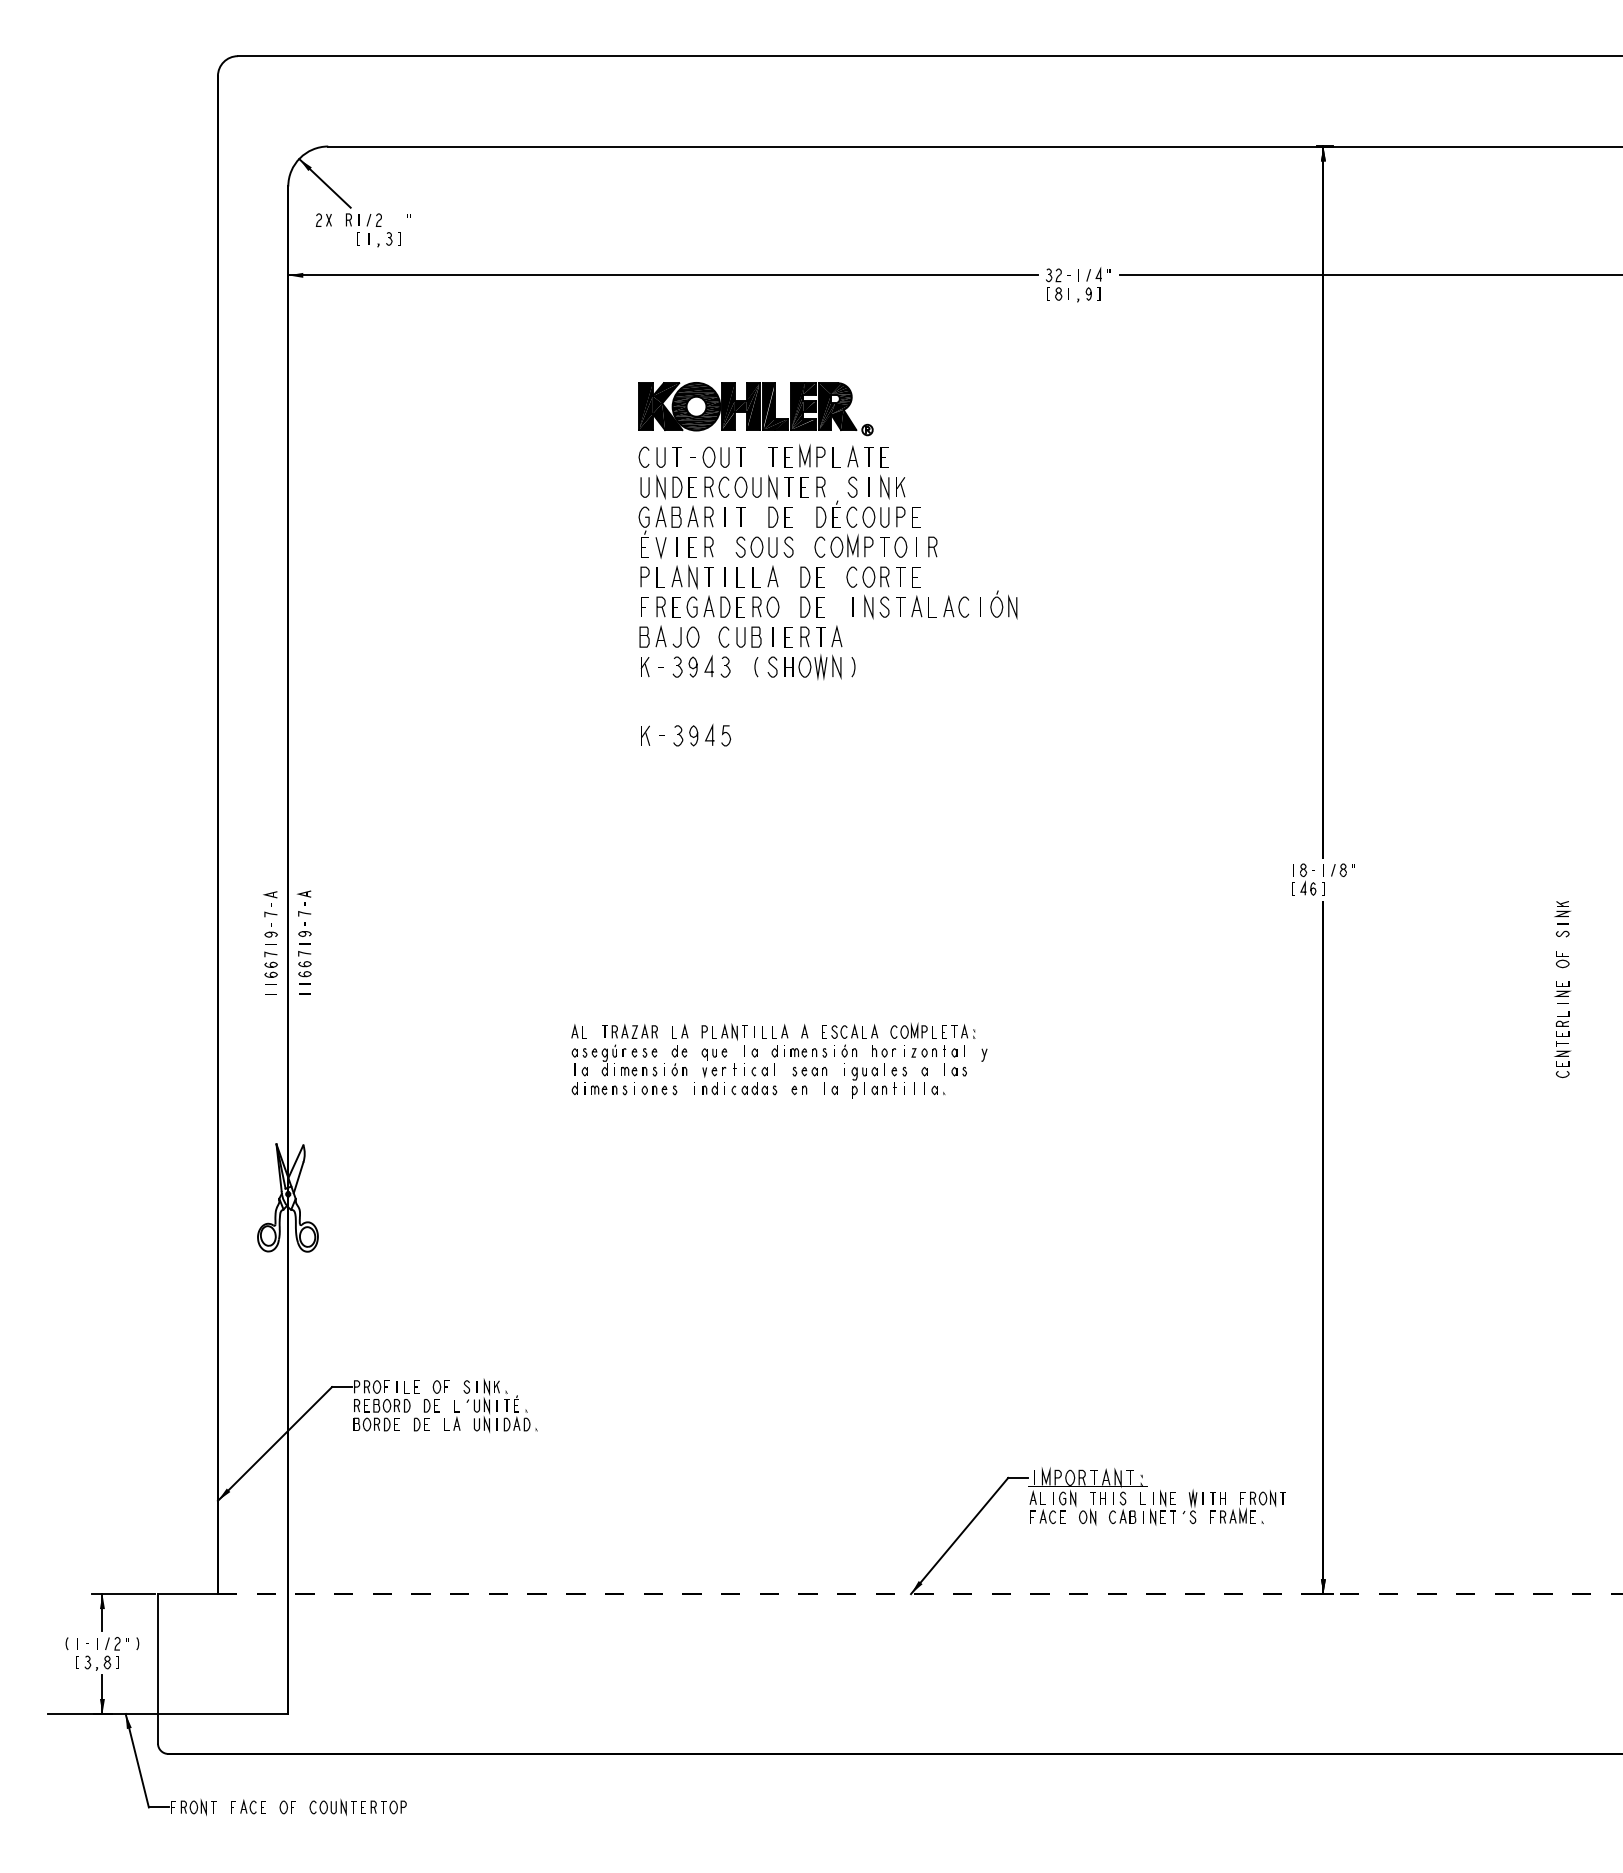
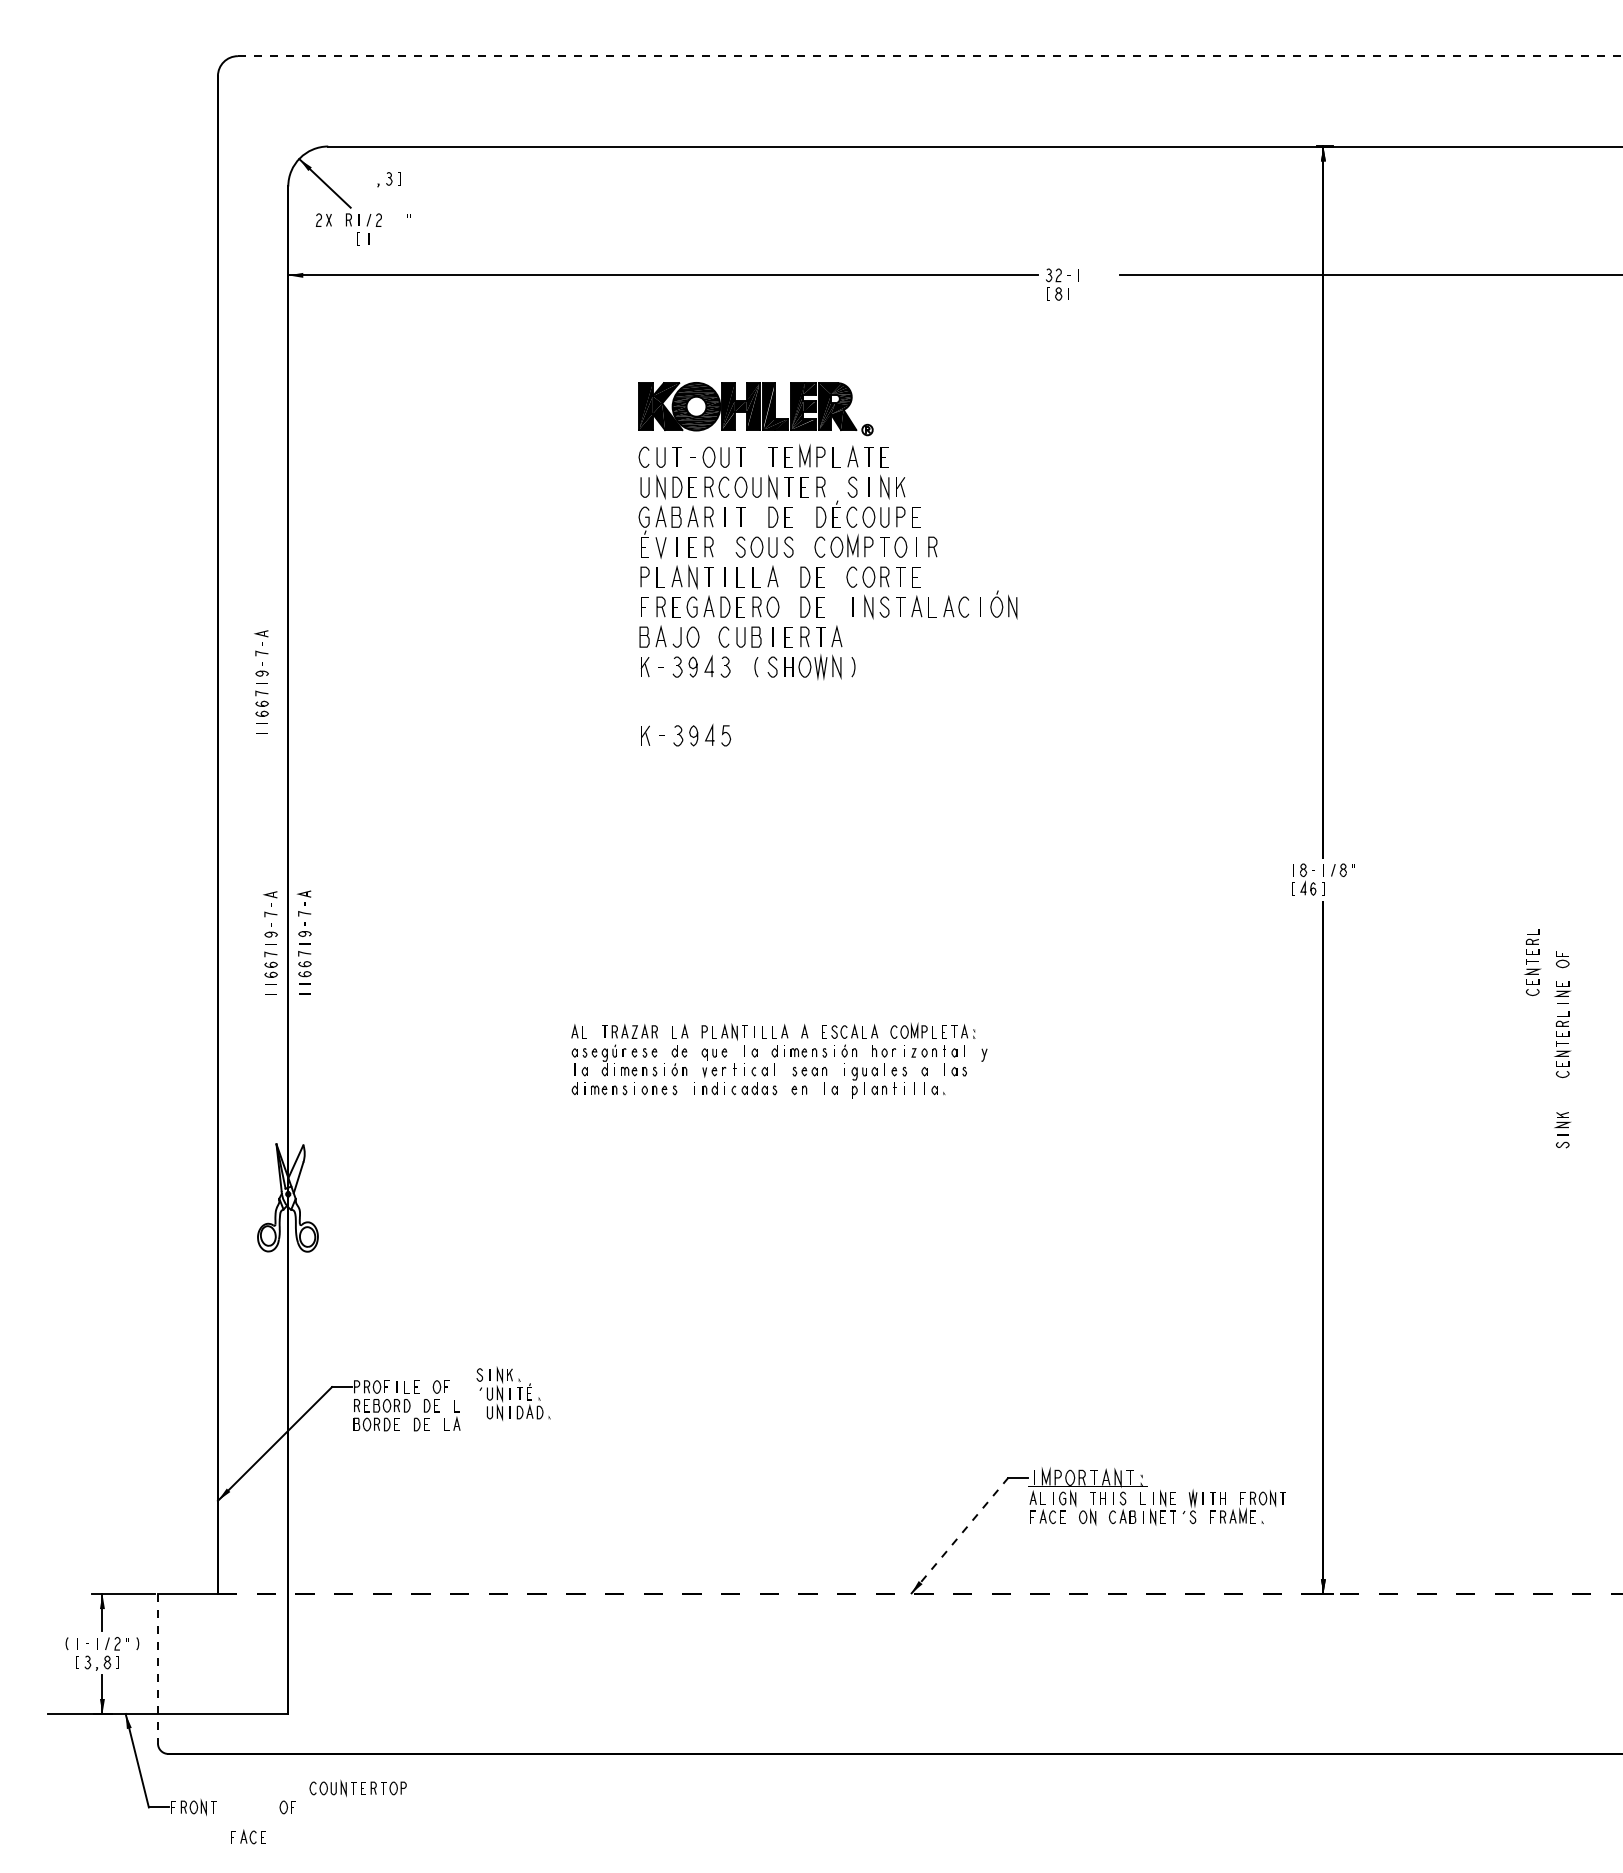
line at (929, 56): solid -> dashed
part at (388, 239) position: (388, 239) -> (388, 179)
part at (1093, 284): present -> none
part at (261, 681): none -> present
part at (1562, 919) position: (1562, 919) -> (1562, 1130)
part at (1532, 962): none -> present
part at (500, 1405) position: (500, 1405) -> (513, 1393)
line at (959, 1536): solid -> dashed
line at (157, 1668): solid -> dashed
part at (248, 1806) position: (248, 1806) -> (248, 1836)
part at (357, 1807) position: (357, 1807) -> (357, 1788)
